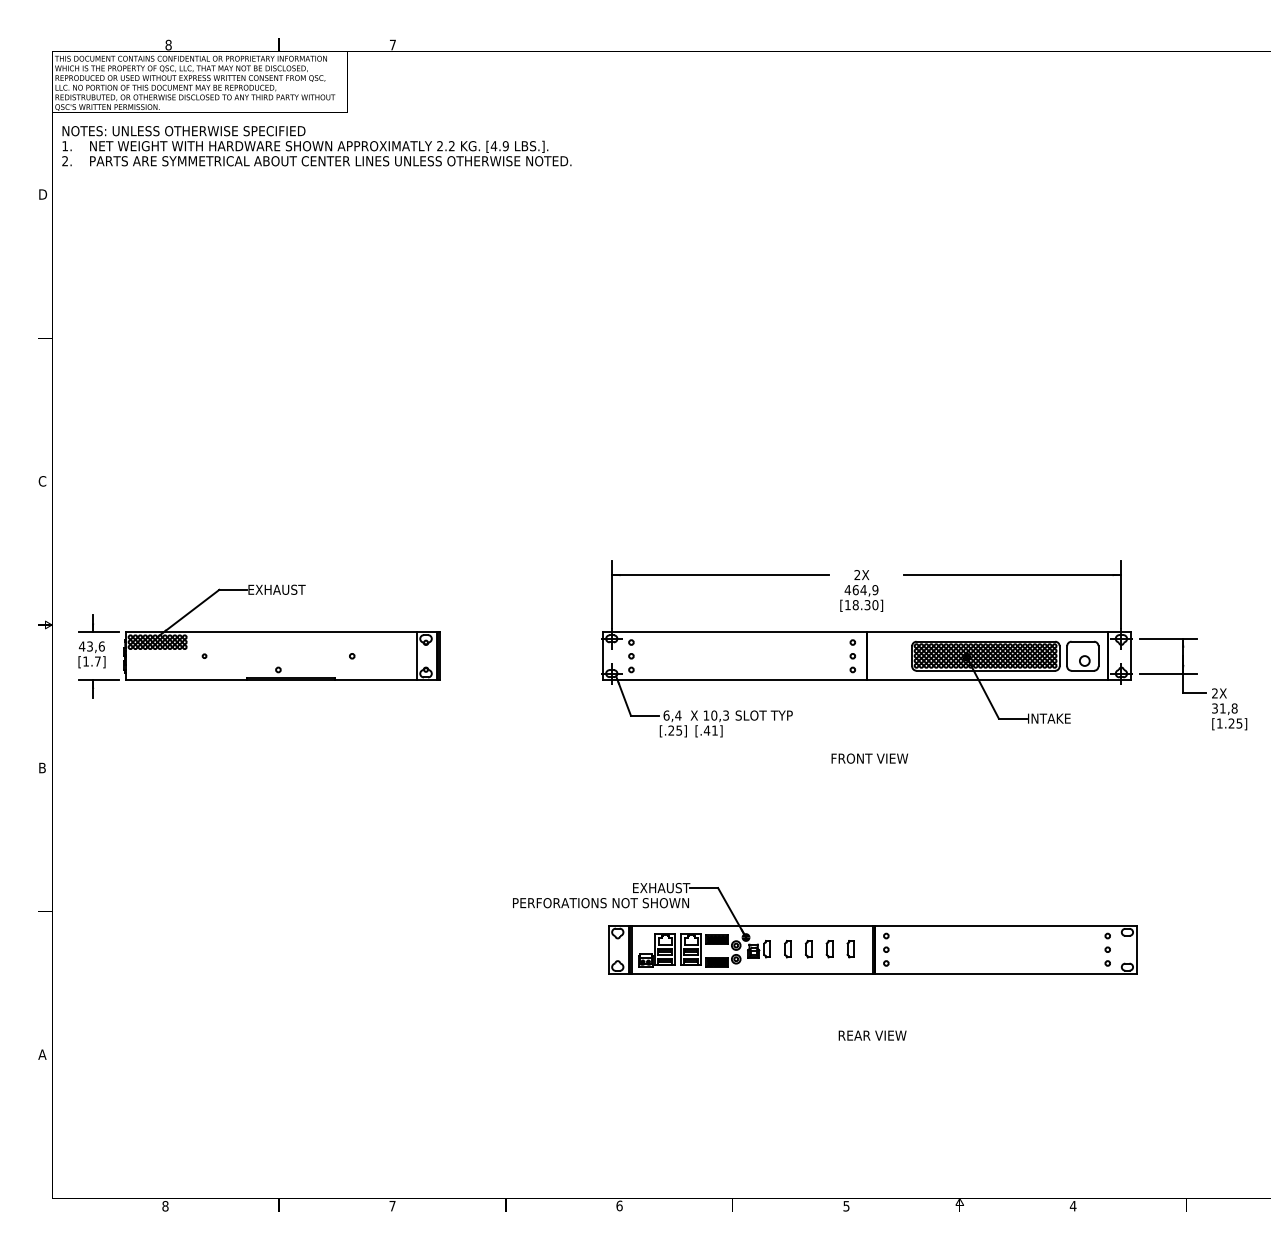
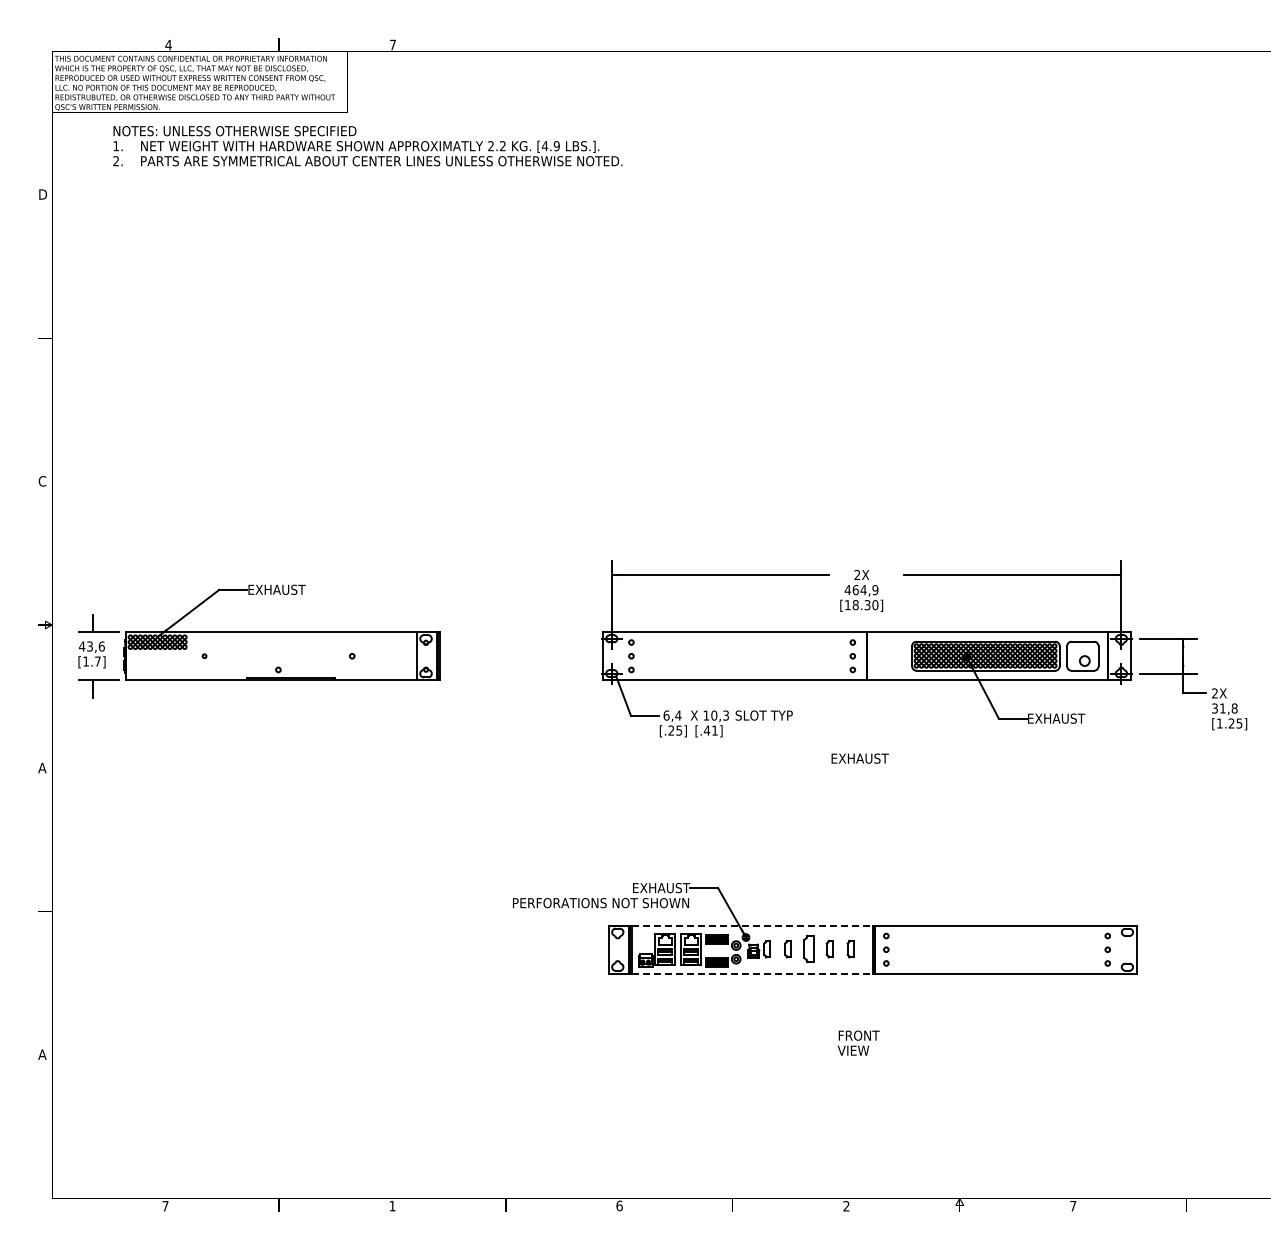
text at (168, 44): 8 -> 4
text at (316, 146) position: (316, 146) -> (367, 146)
text at (1057, 718): INTAKE -> EXHAUST
text at (870, 758): FRONT VIEW -> EXHAUST
text at (42, 767): B -> A
line at (752, 925): solid -> dashed
part at (808, 949) size: 9x19 px -> 12x28 px
line at (752, 973): solid -> dashed
text at (872, 1042): REAR VIEW -> FRONT VIEW
text at (165, 1206): 8 -> 7
text at (392, 1206): 7 -> 1
text at (846, 1206): 5 -> 2
text at (1072, 1206): 4 -> 7
